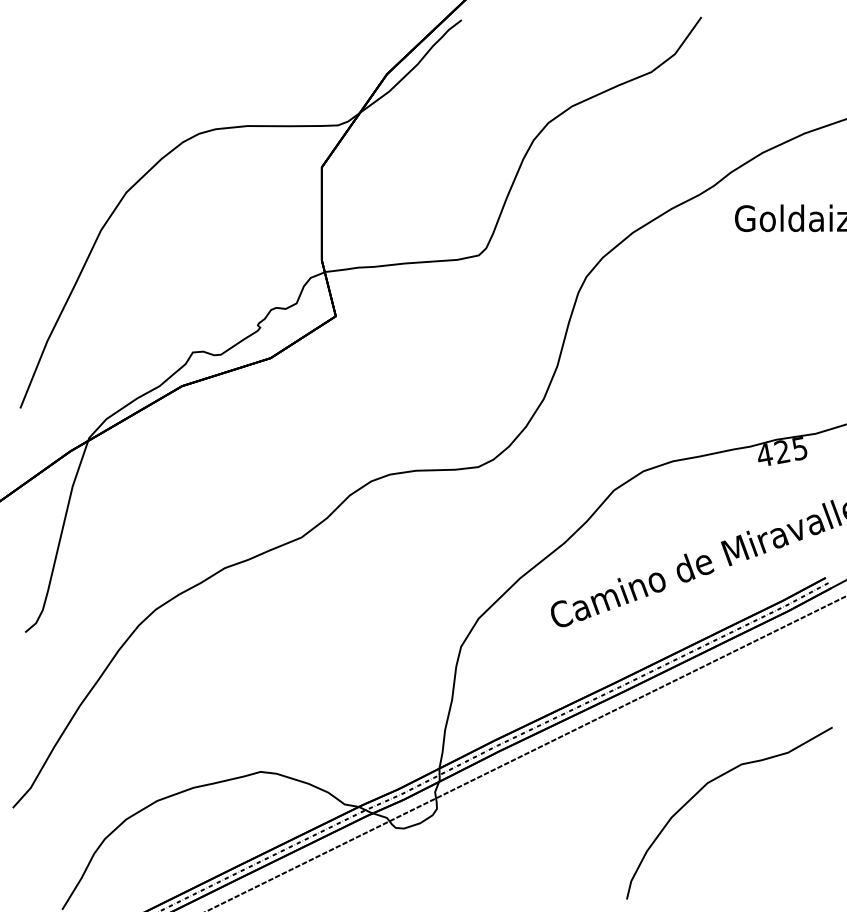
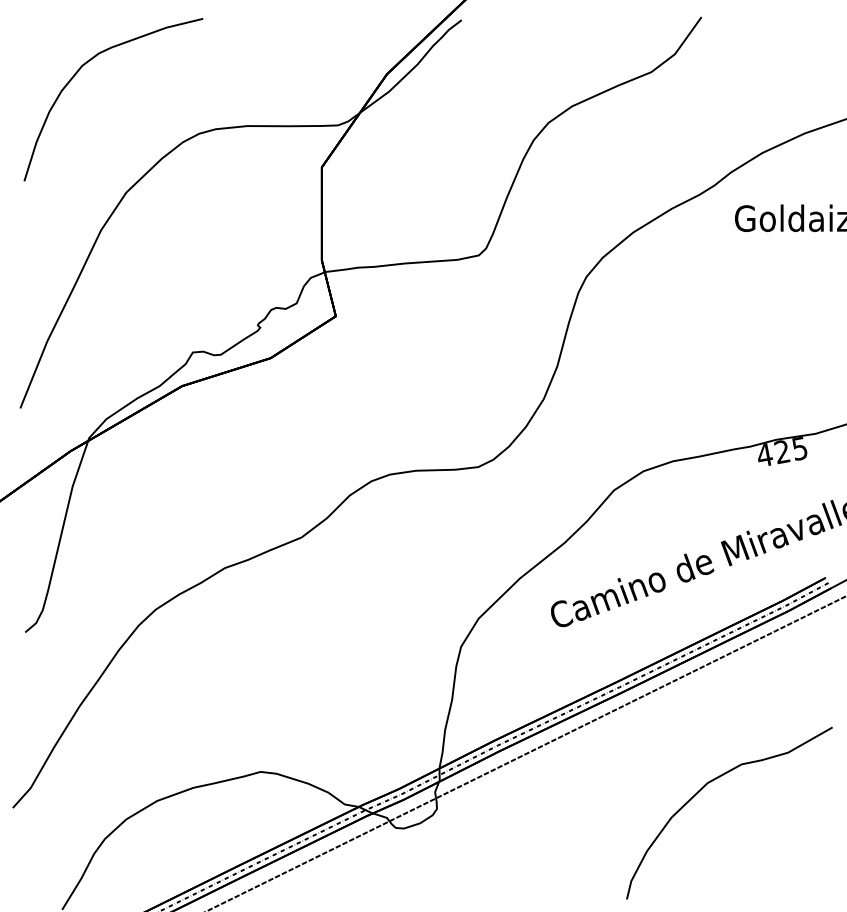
curve at (78, 72): none -> present
